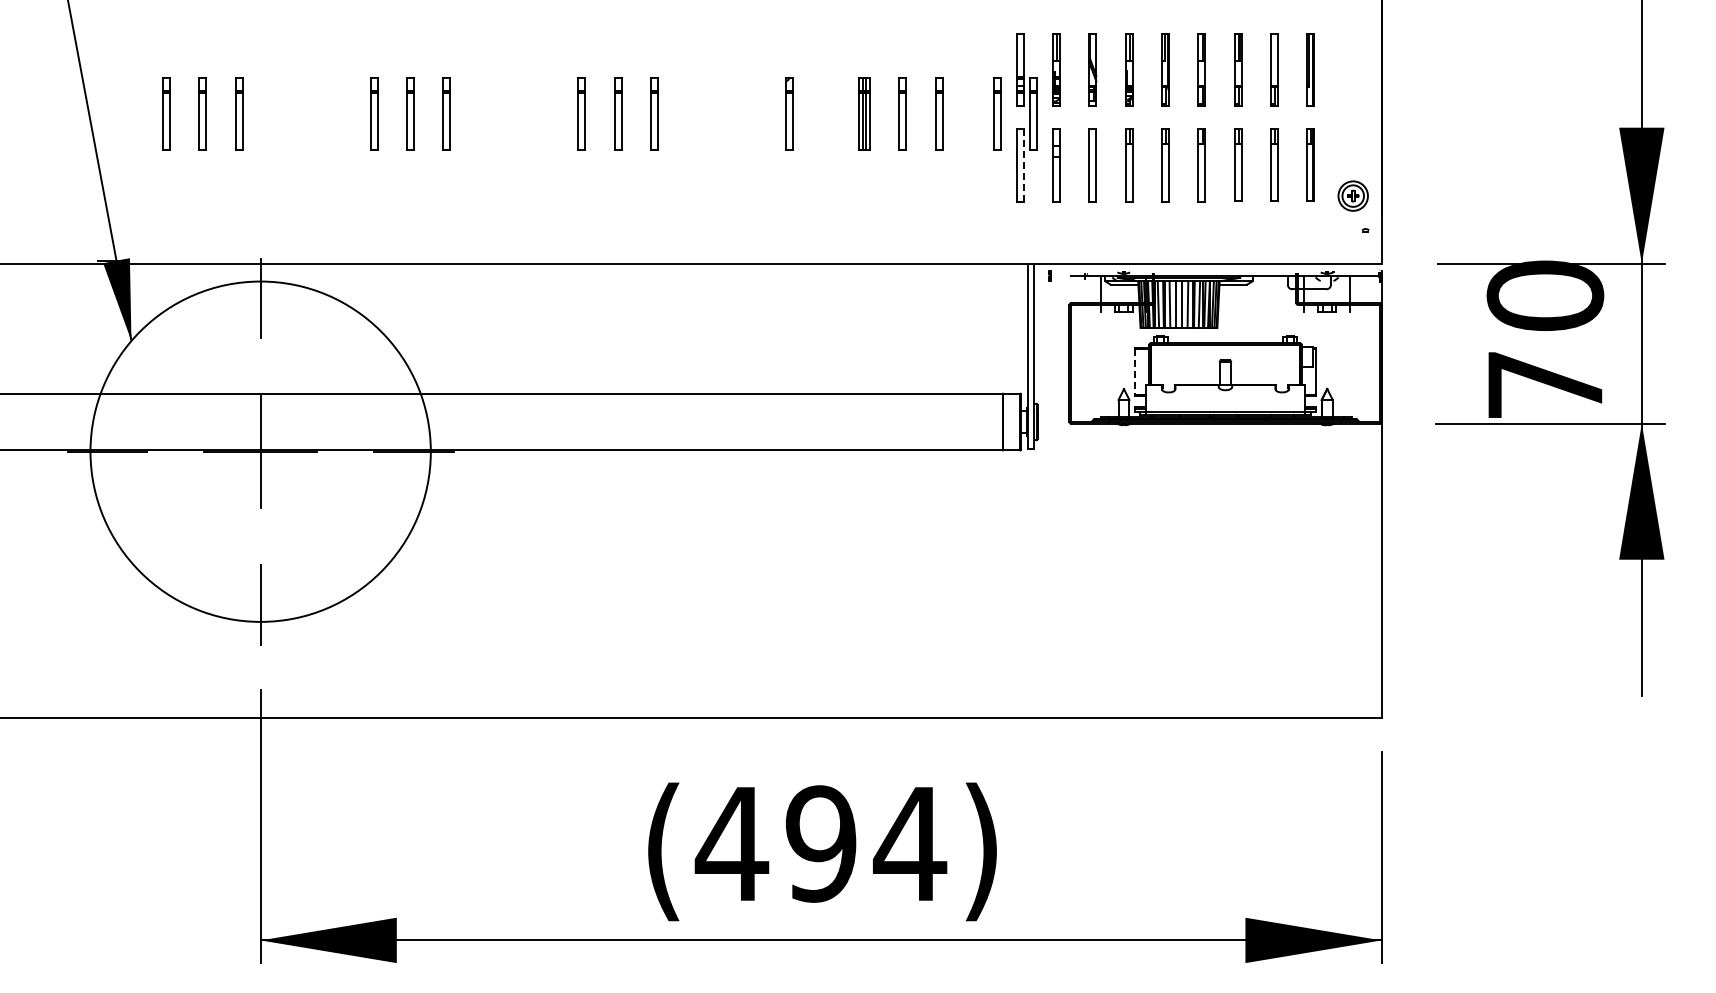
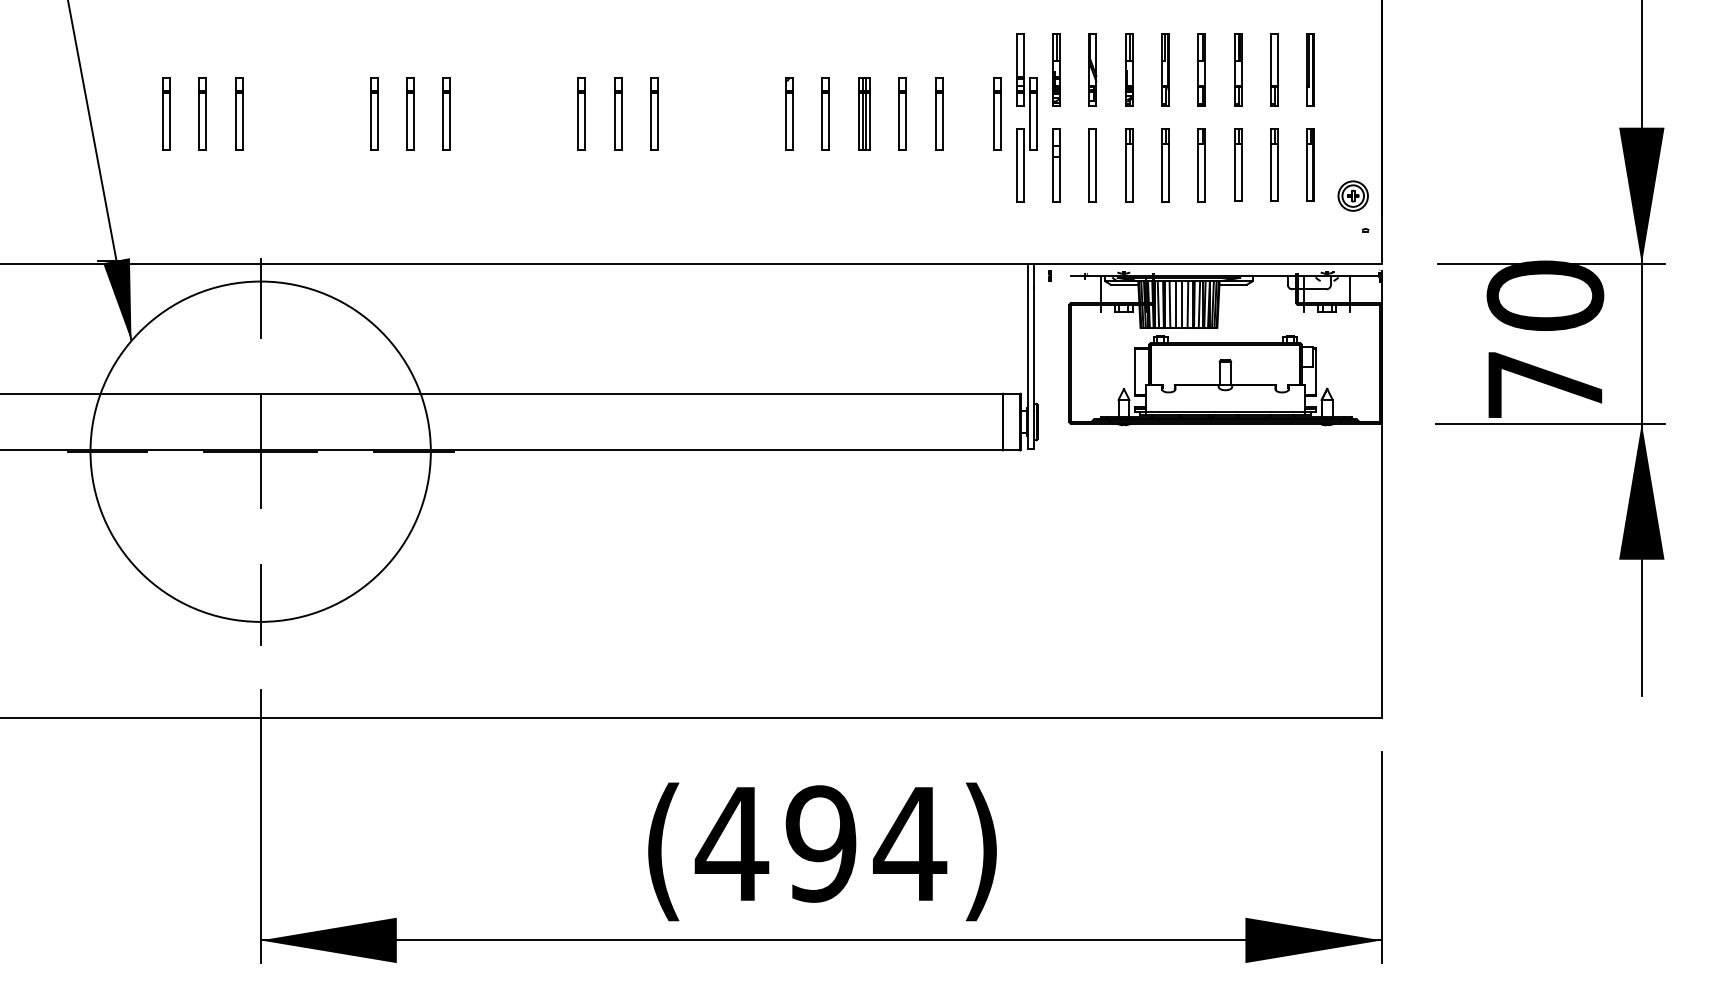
part at (825, 113): none -> present
line at (1023, 164): dashed -> solid
line at (1134, 371): dashed -> solid
